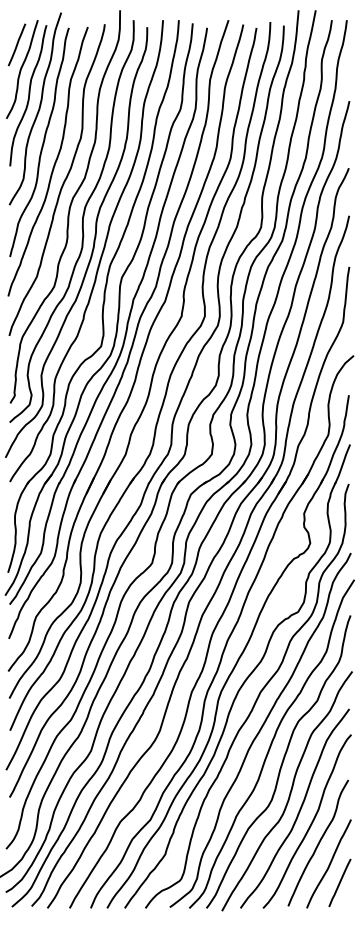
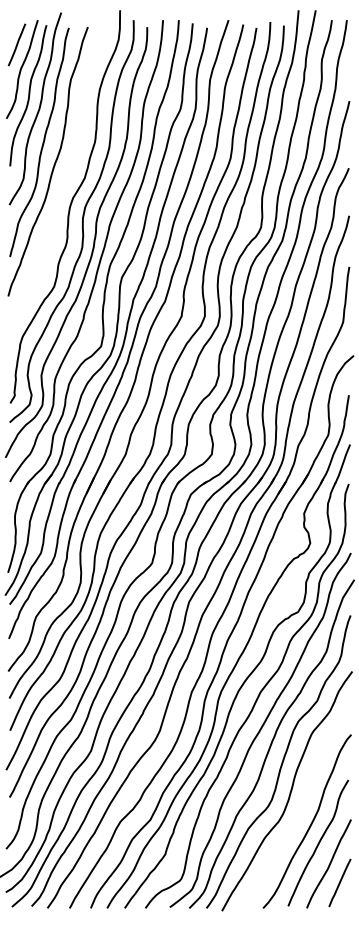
curve at (62, 183): present -> none
curve at (299, 808): present -> none
